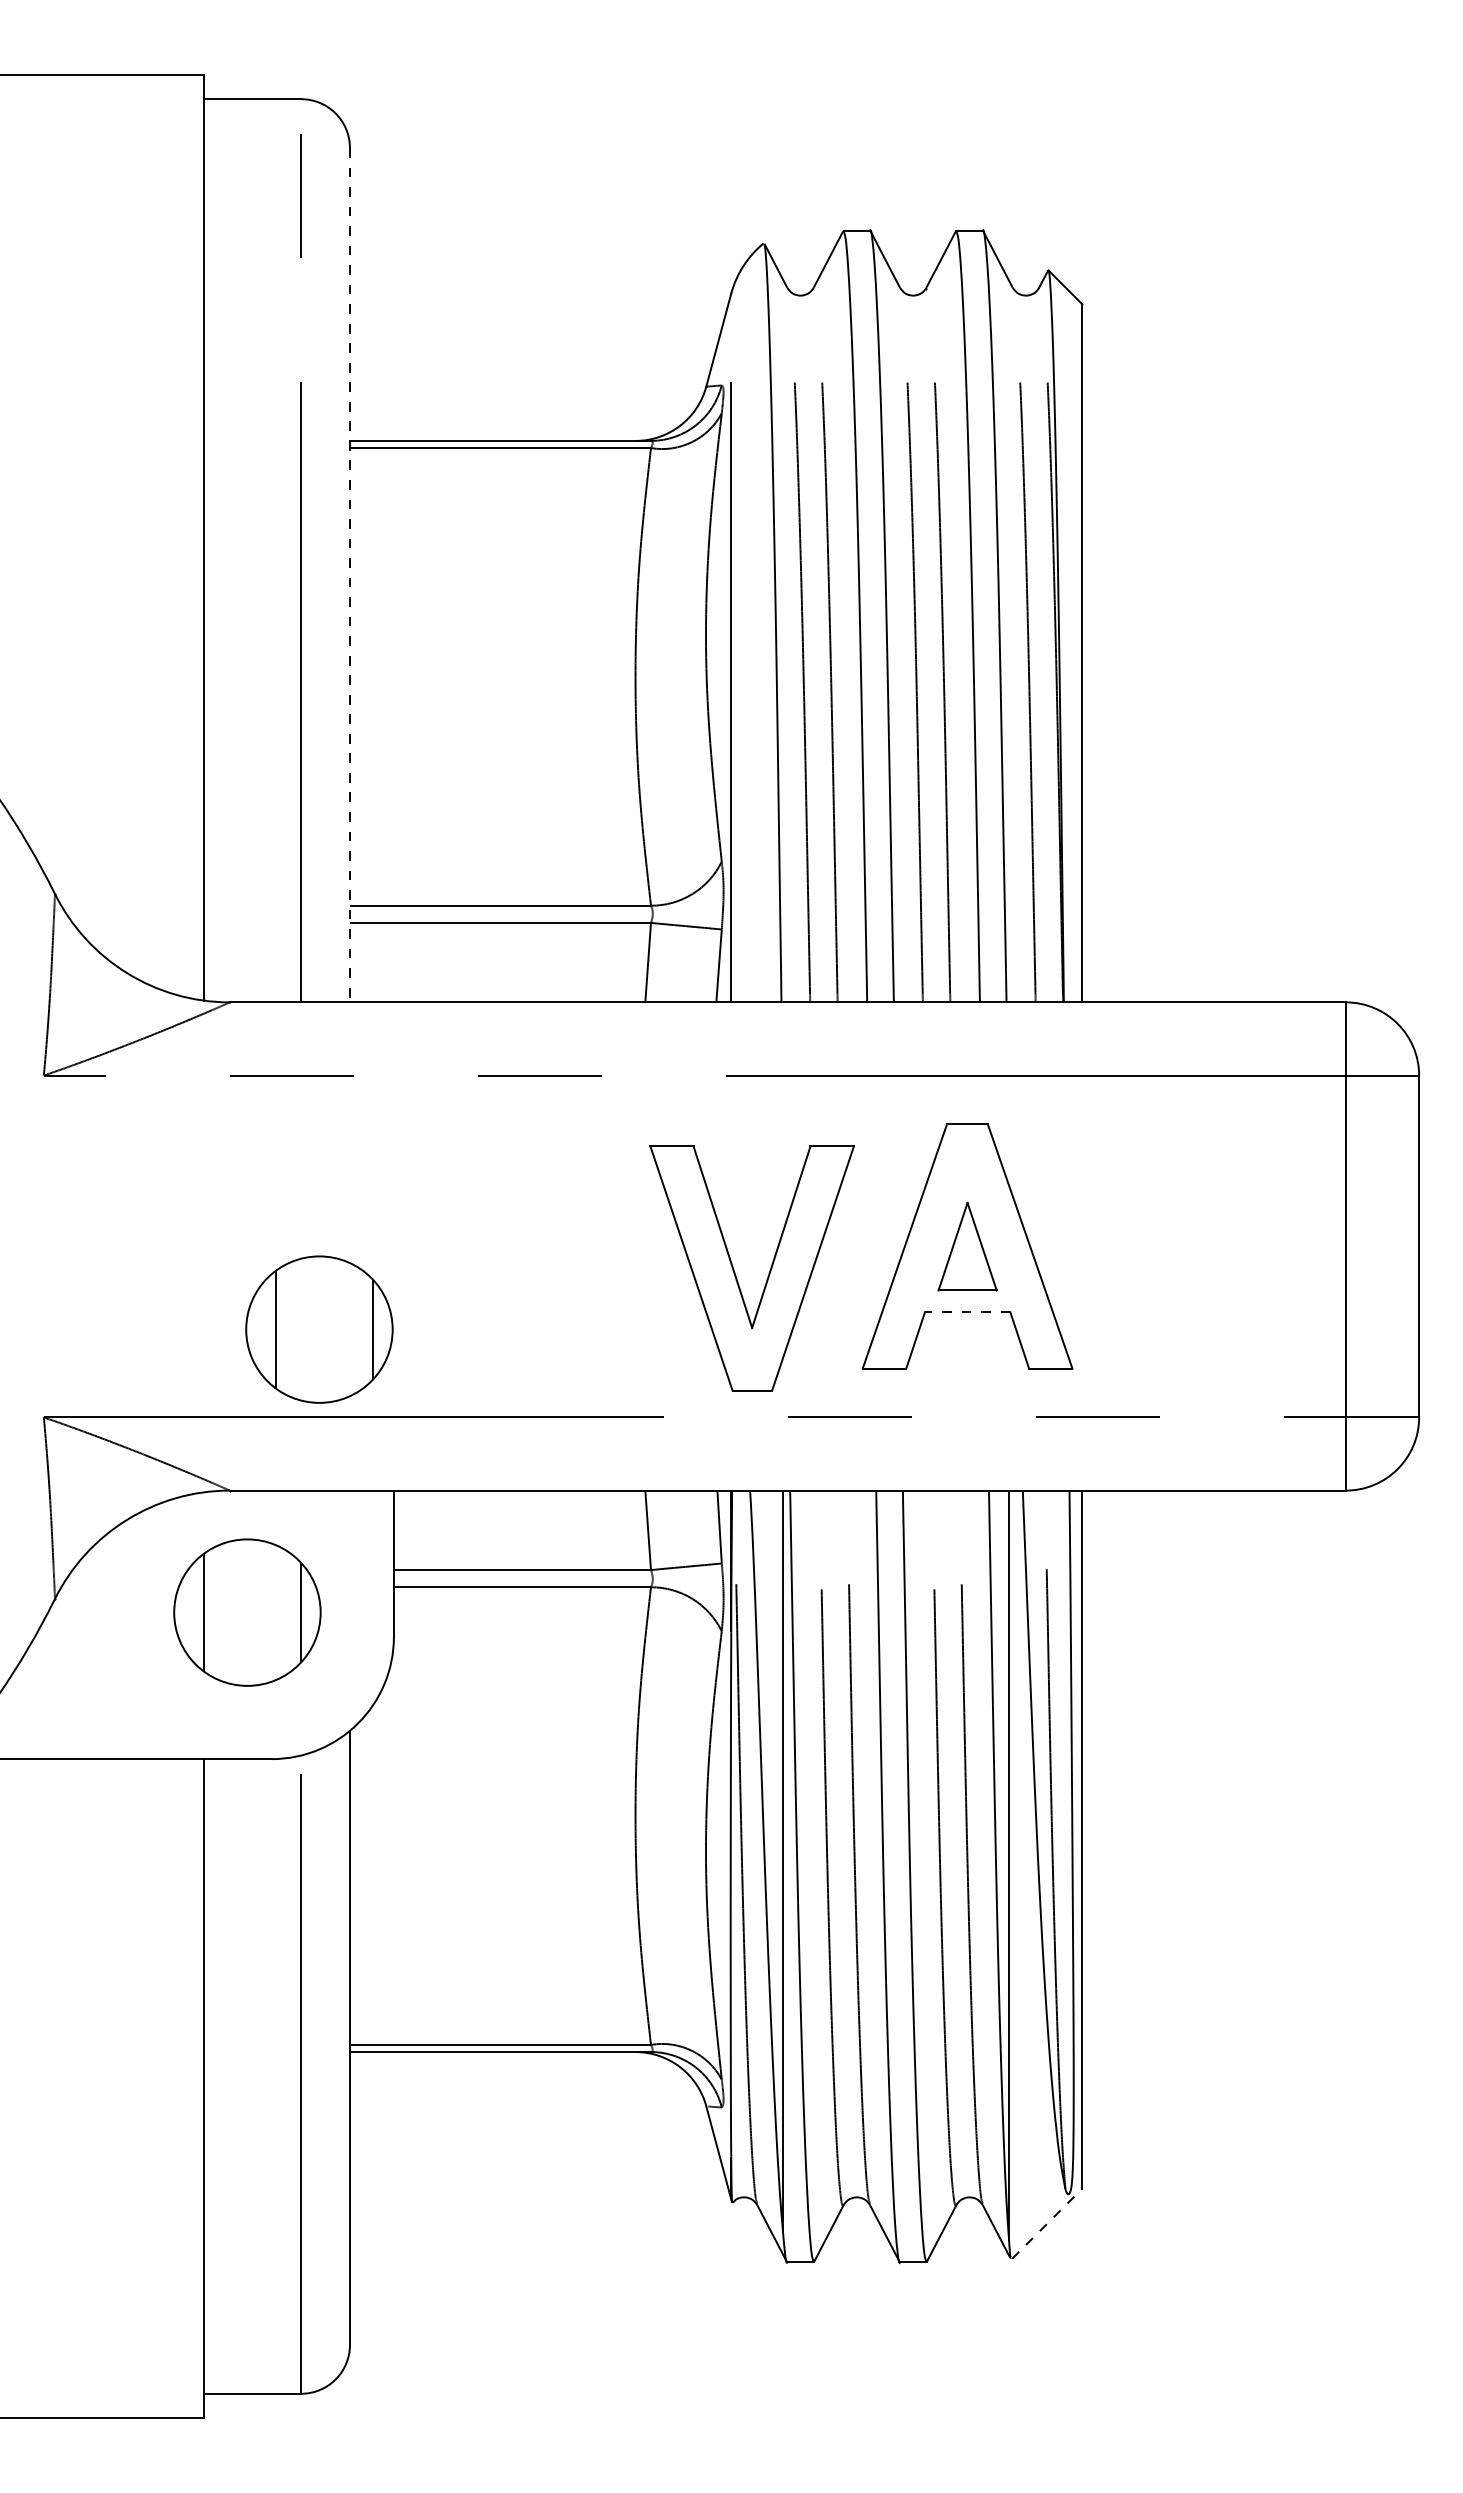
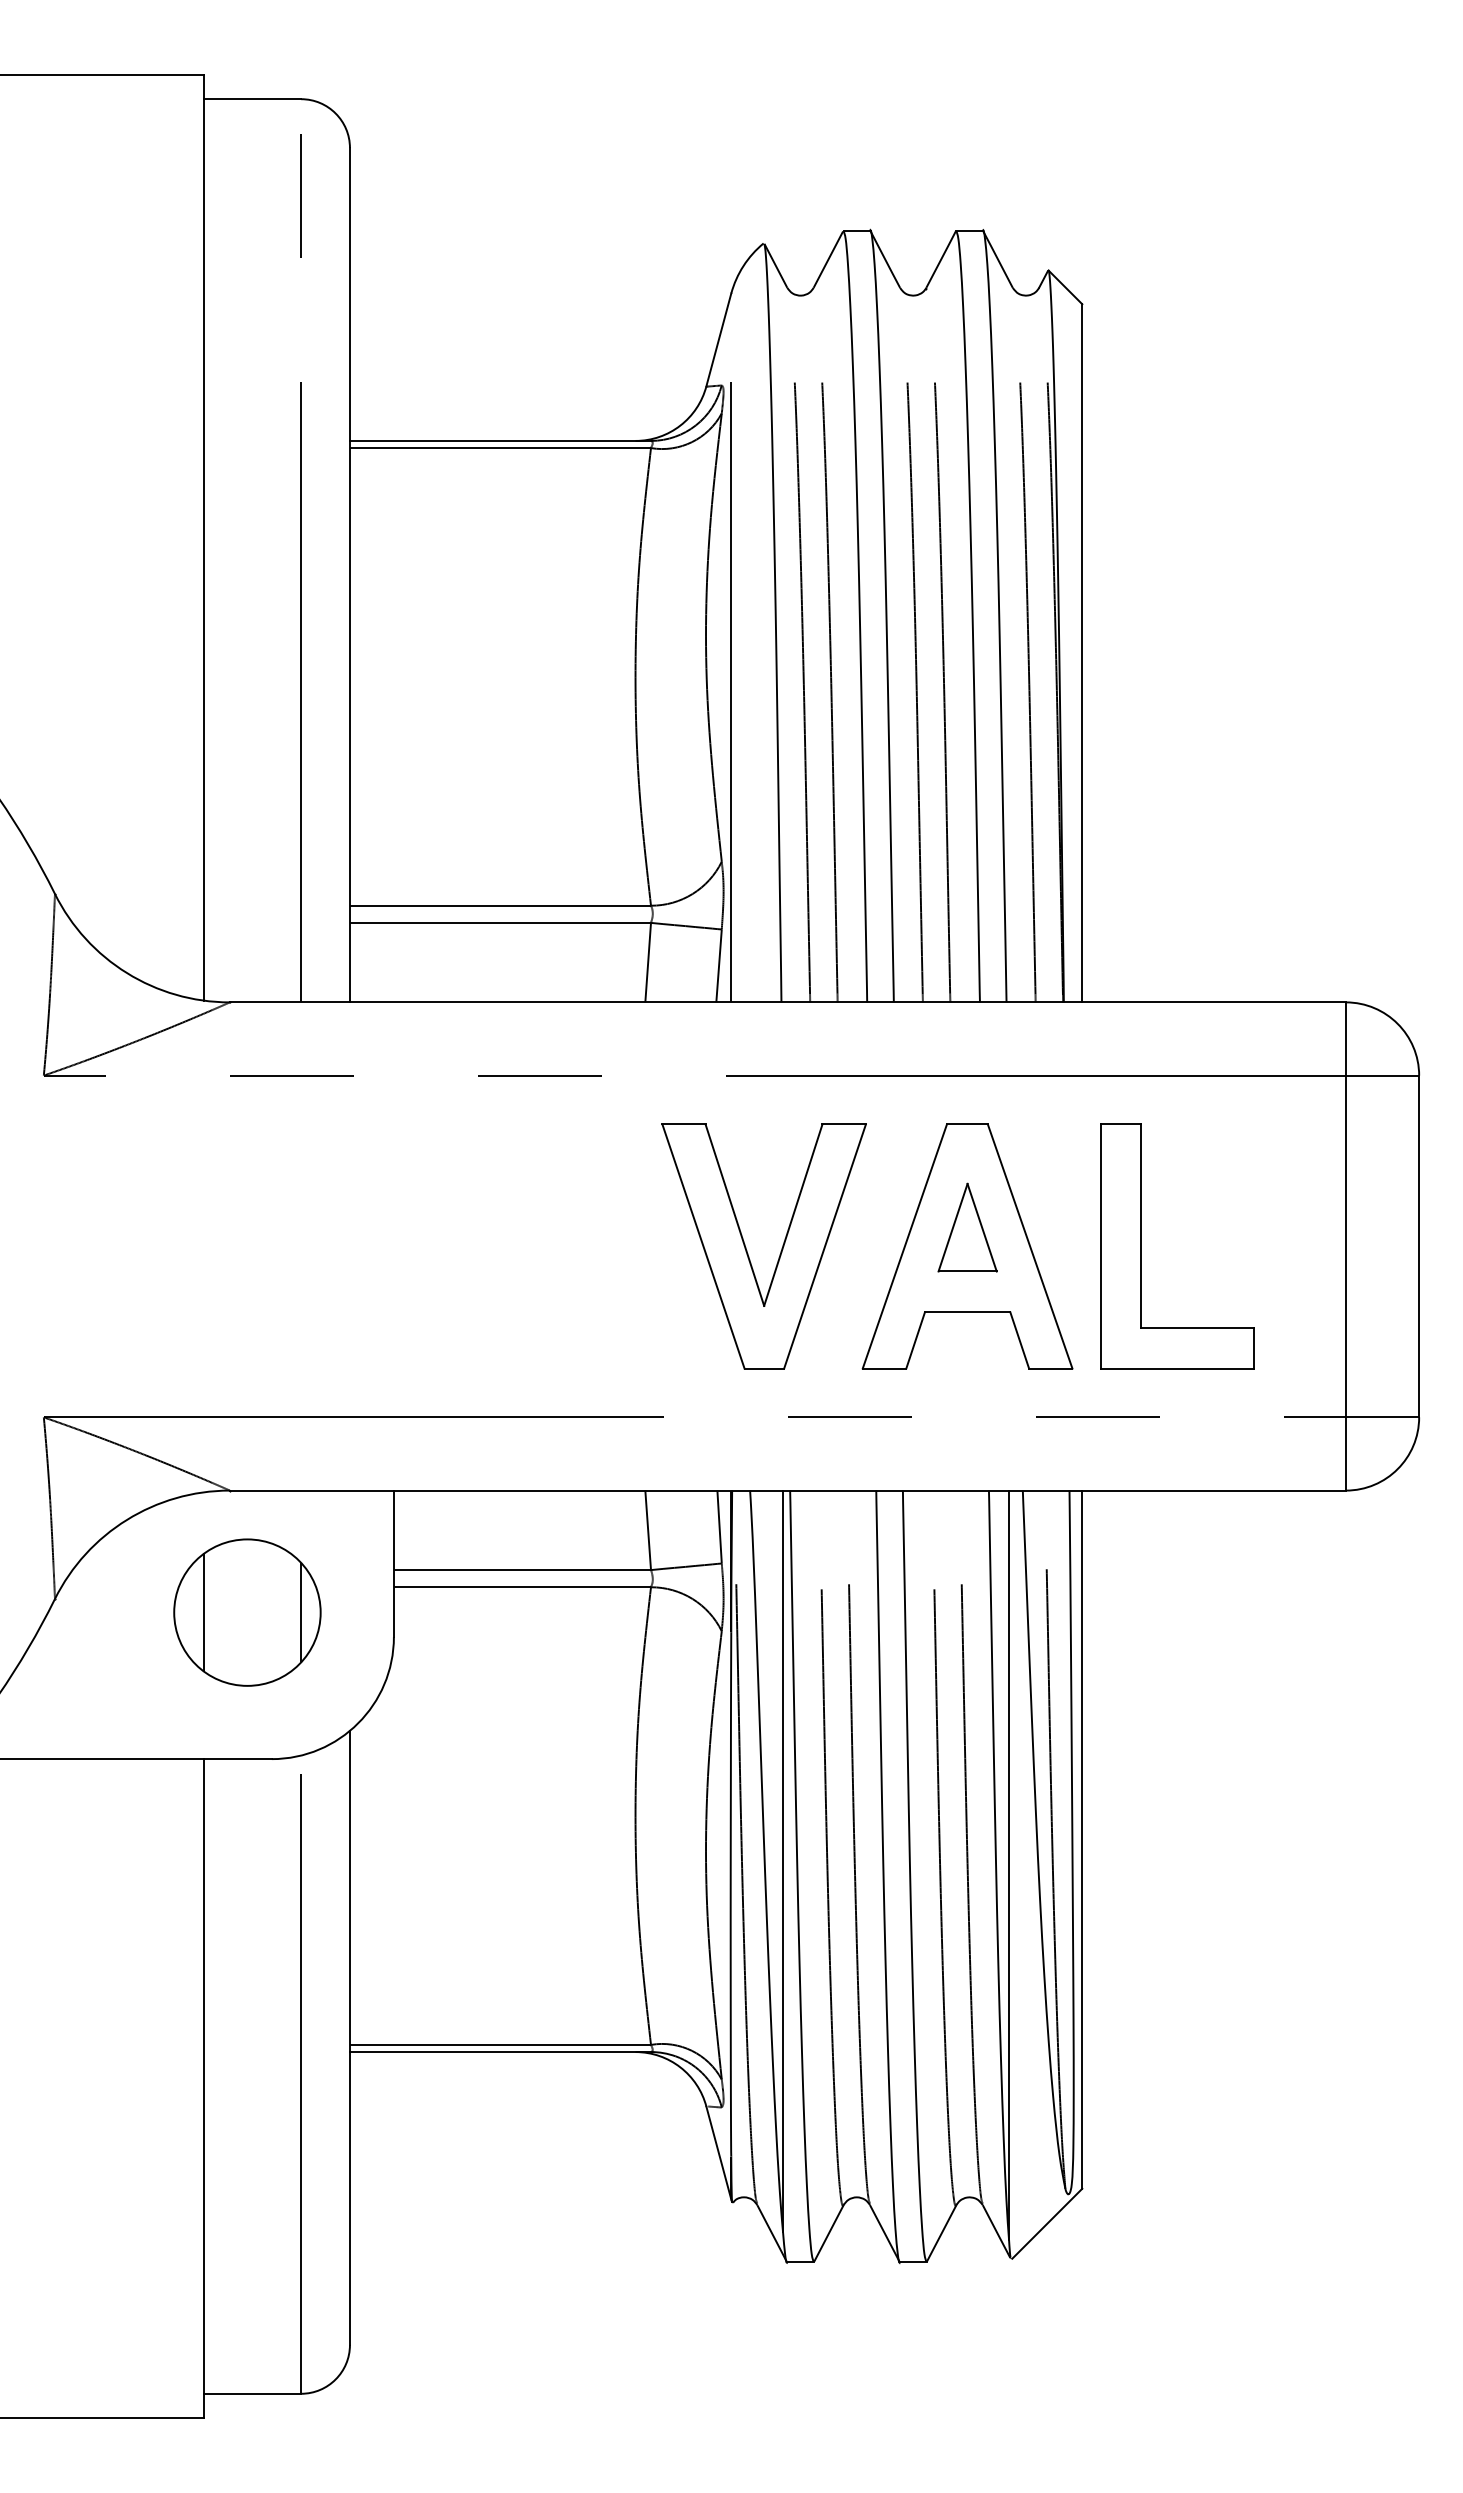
line at (349, 575): dashed -> solid
part at (967, 1246) position: (967, 1246) -> (967, 1227)
part at (1141, 1246): none -> present
part at (735, 1272) position: (735, 1272) -> (747, 1250)
line at (967, 1312): dashed -> solid
part at (319, 1329): present -> none
line at (1047, 2223): dashed -> solid
